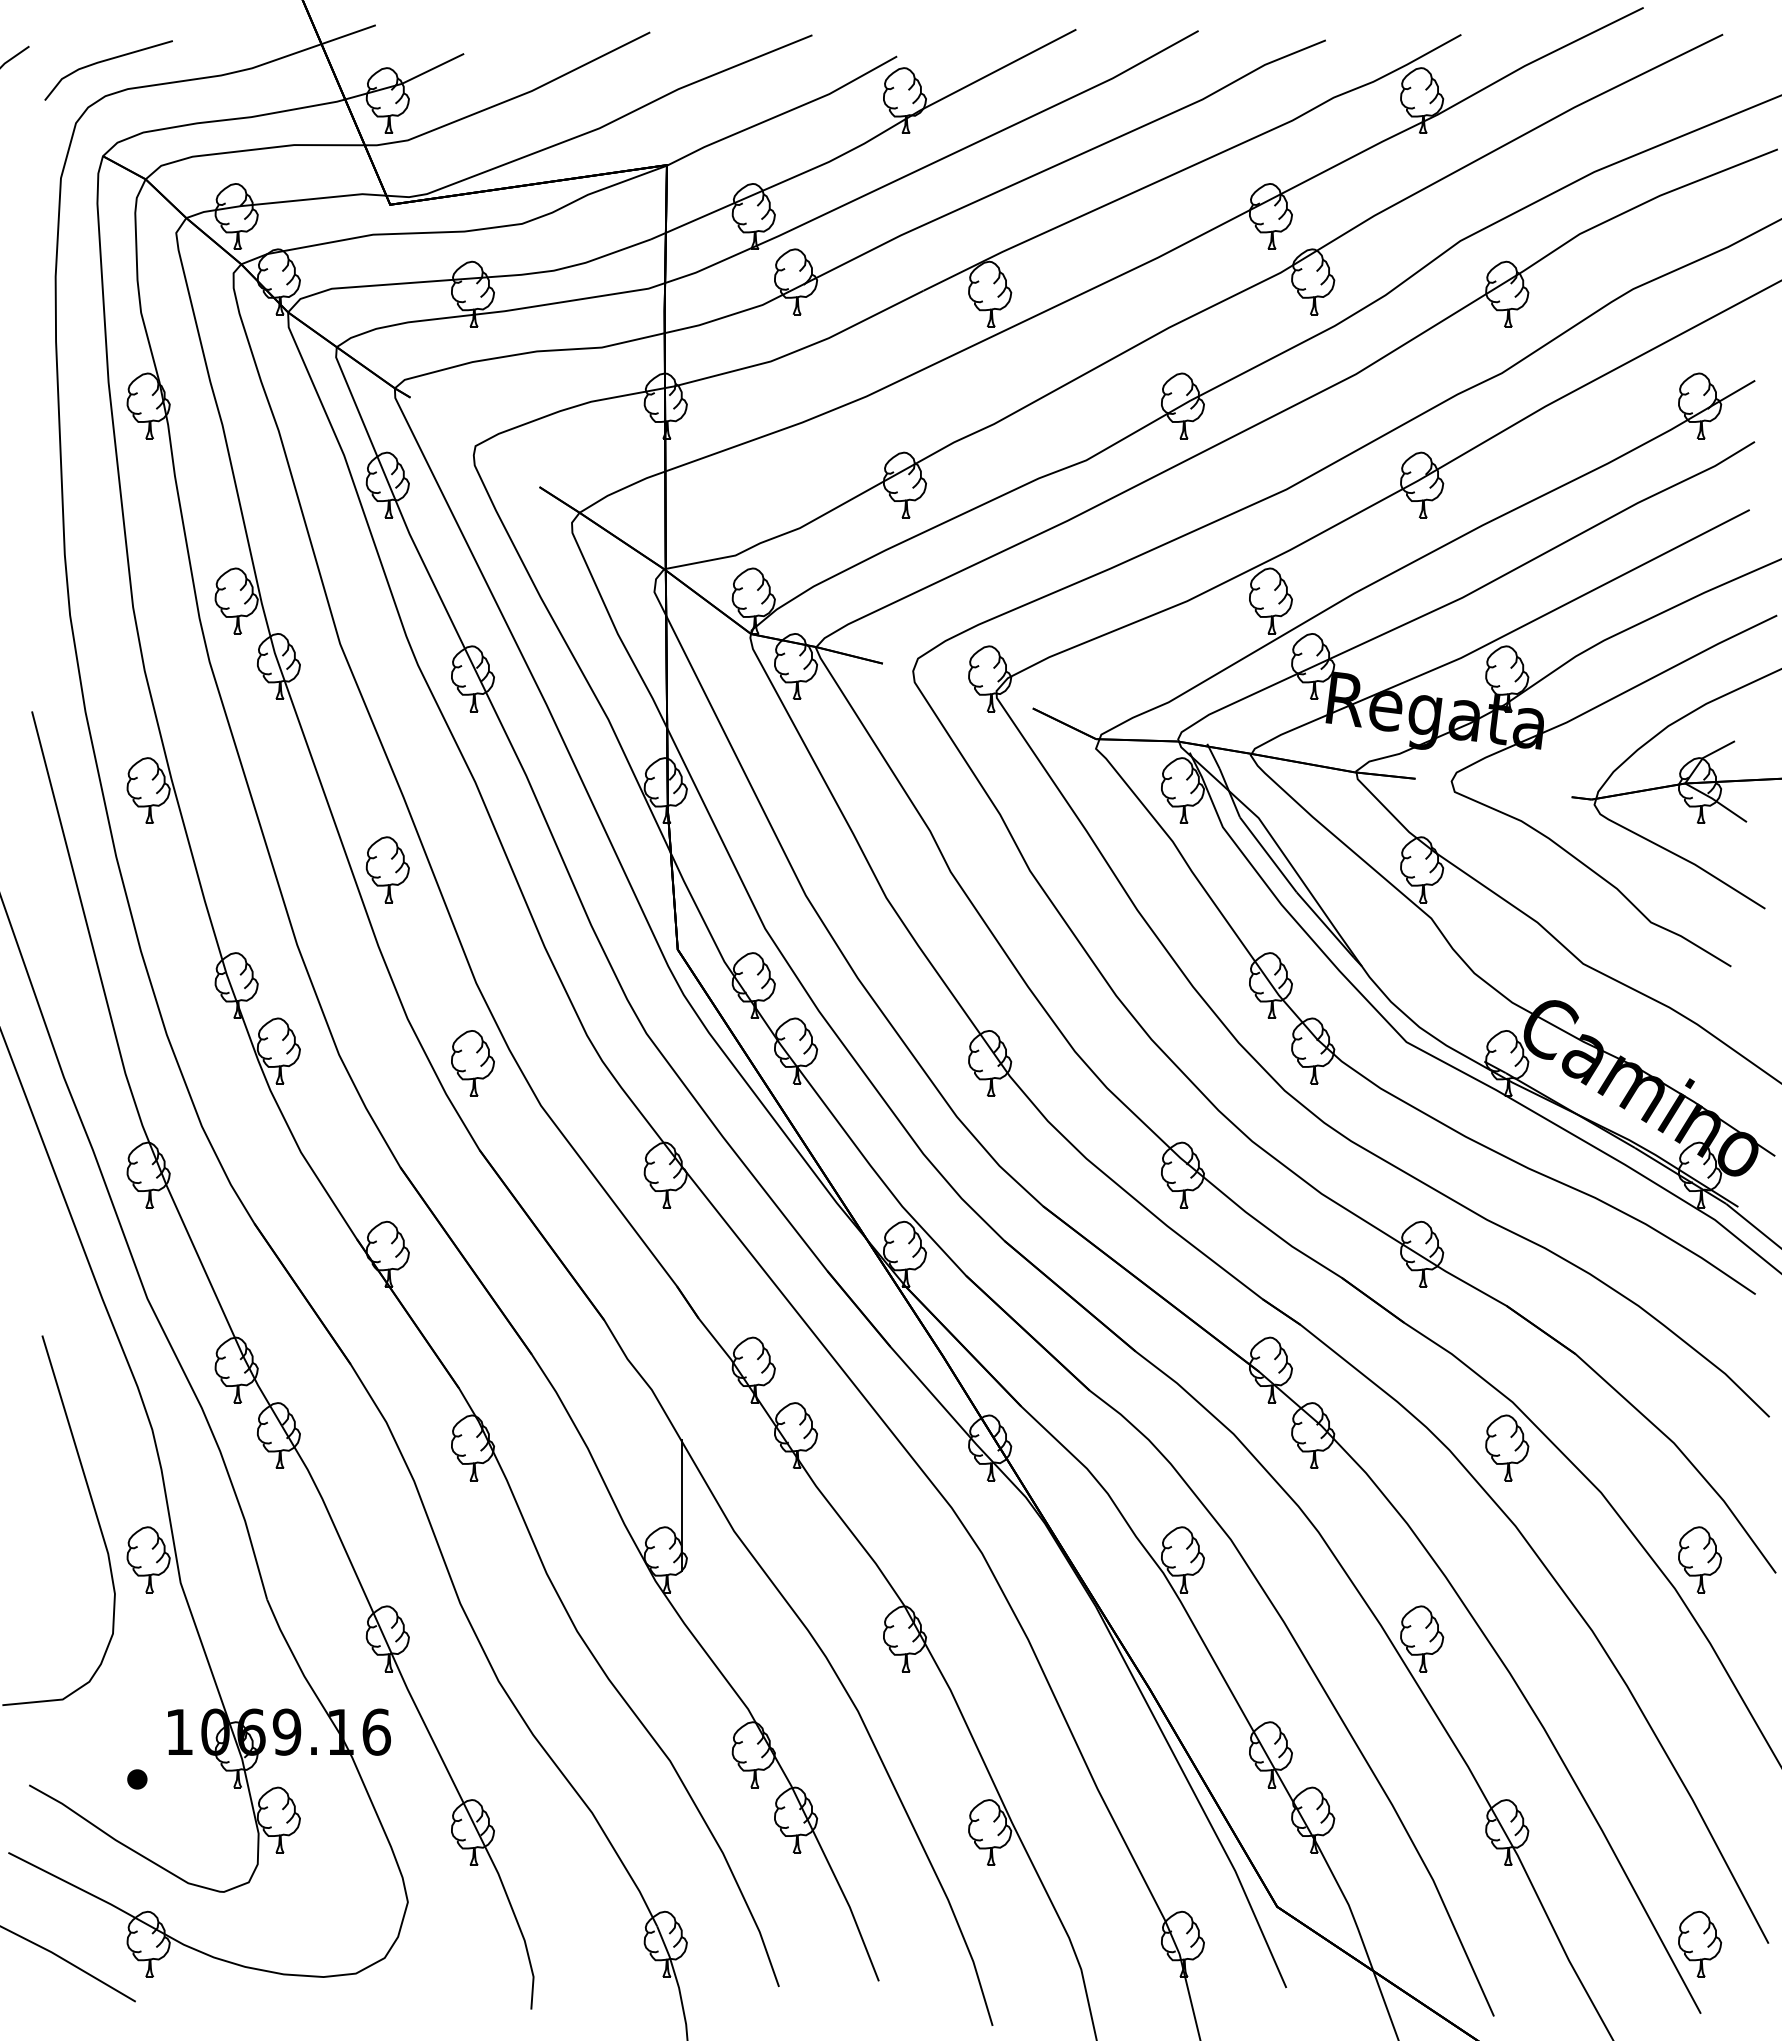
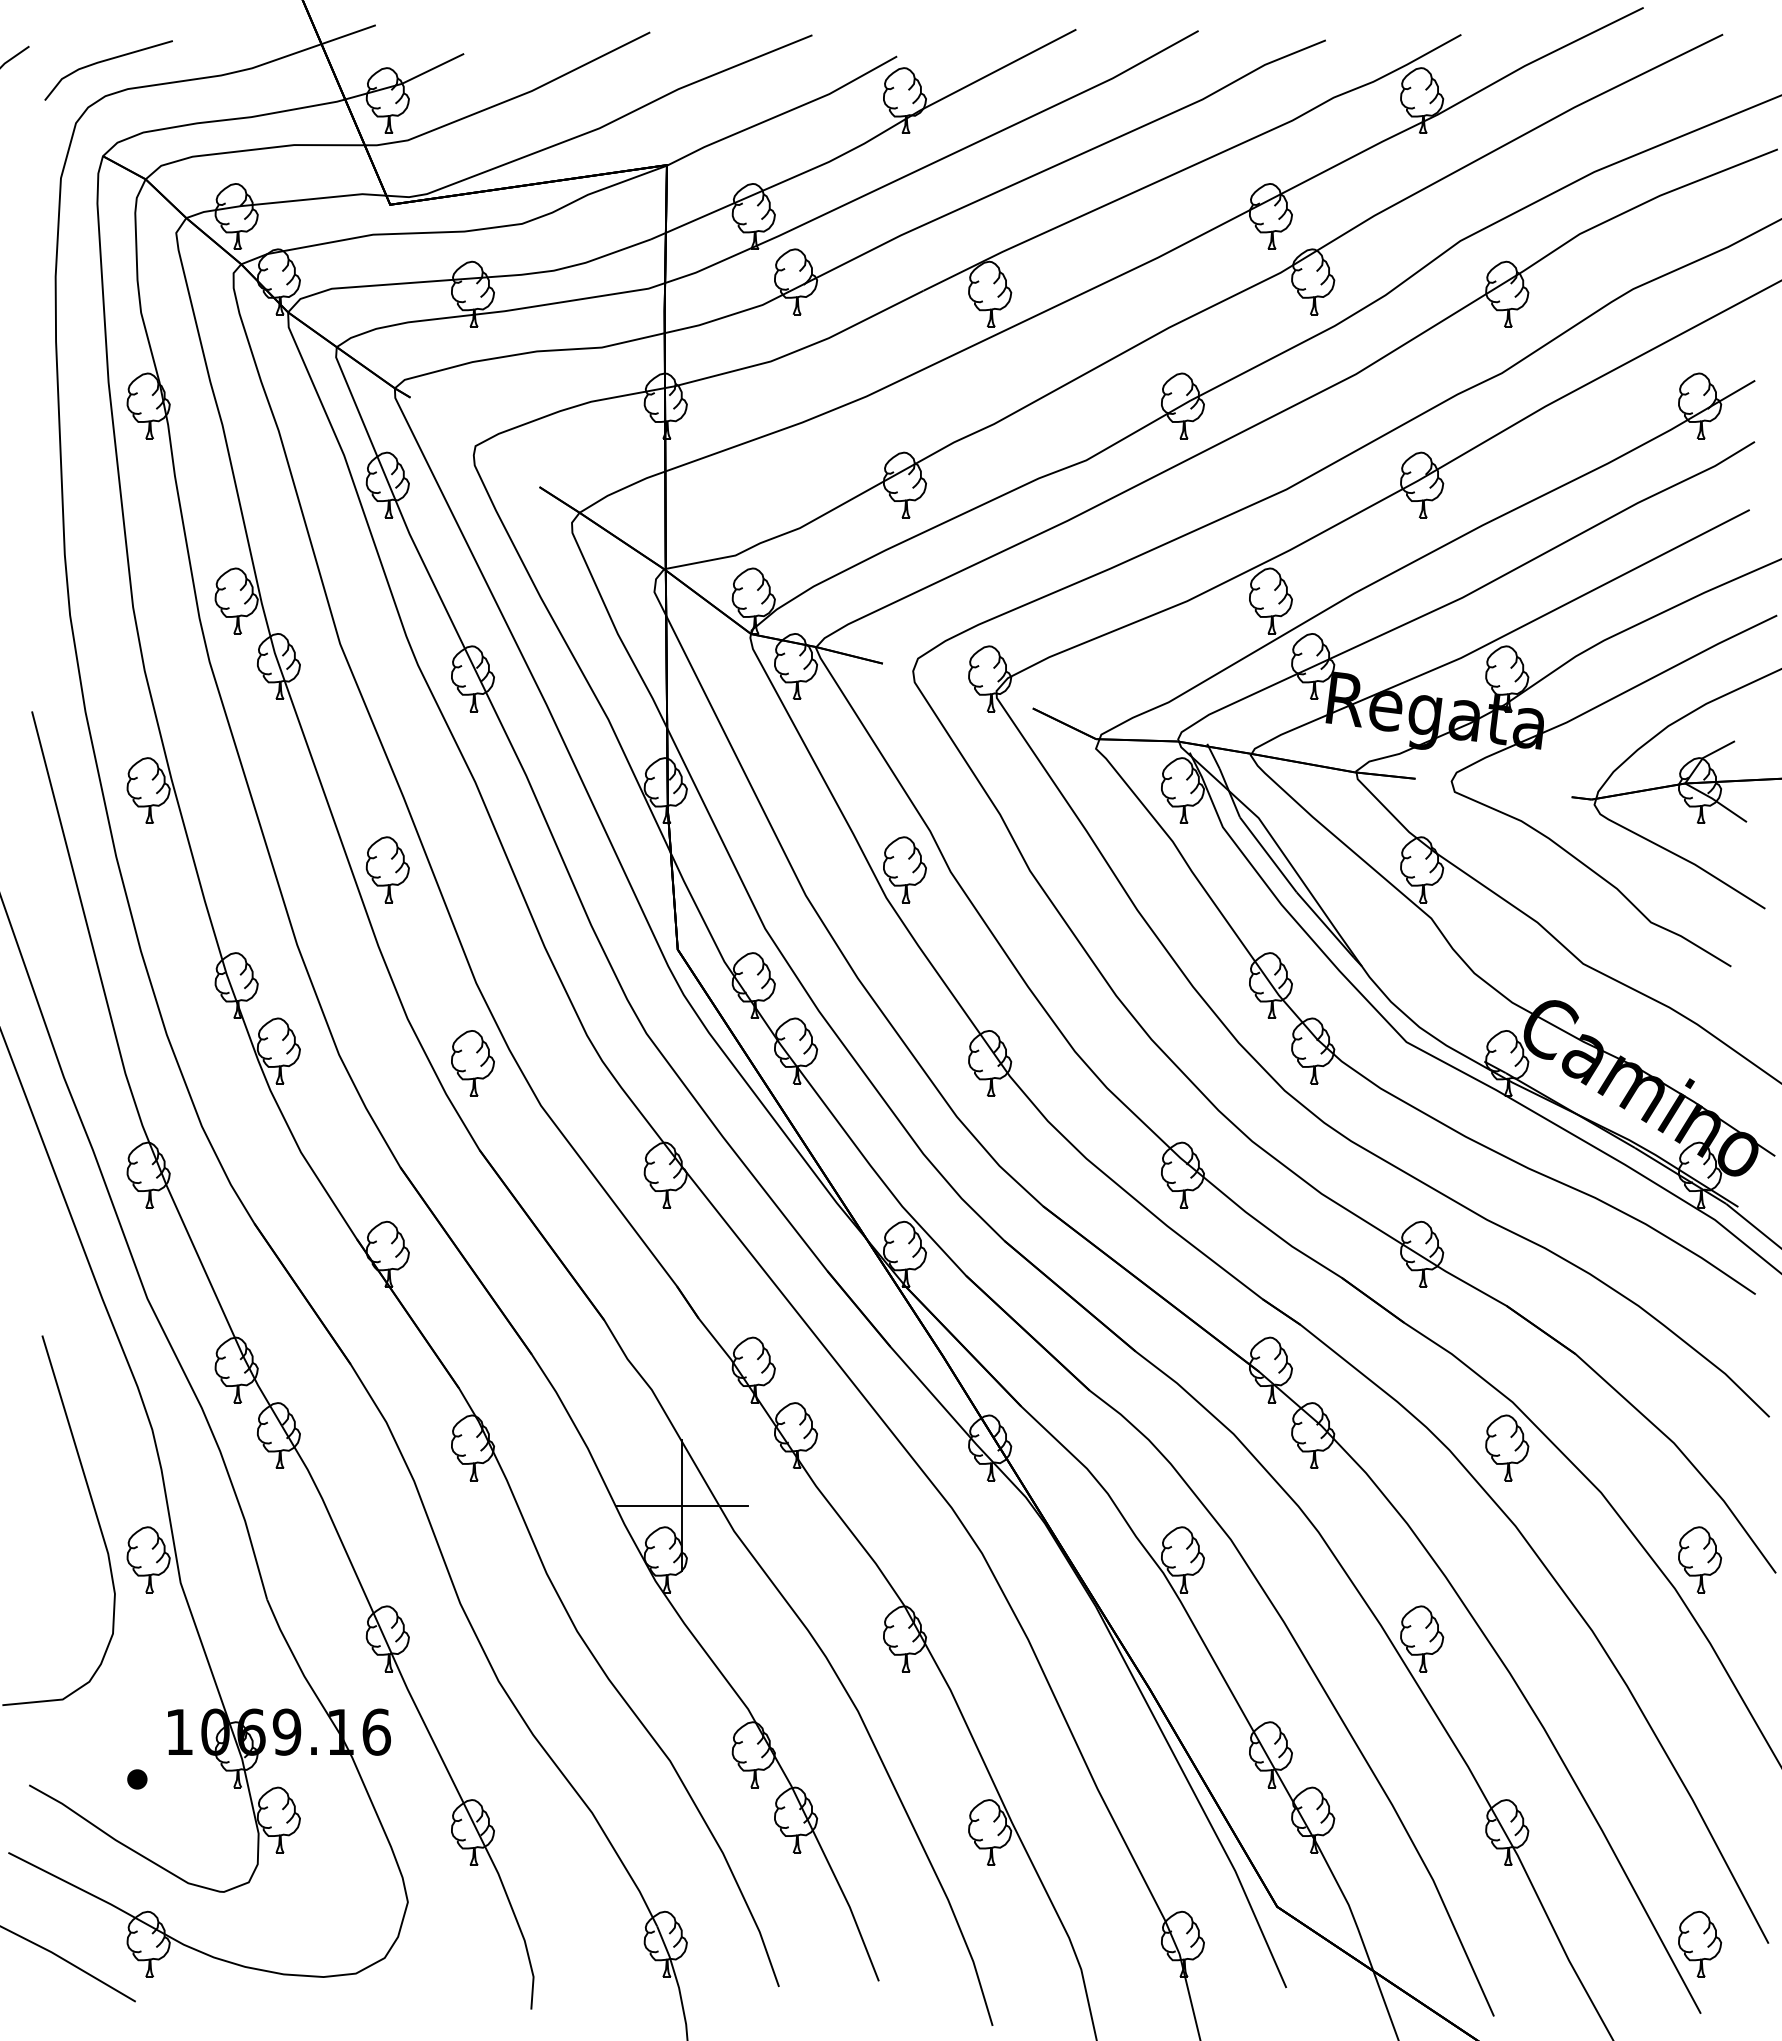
part at (904, 869): none -> present
line at (682, 1505): none -> present
